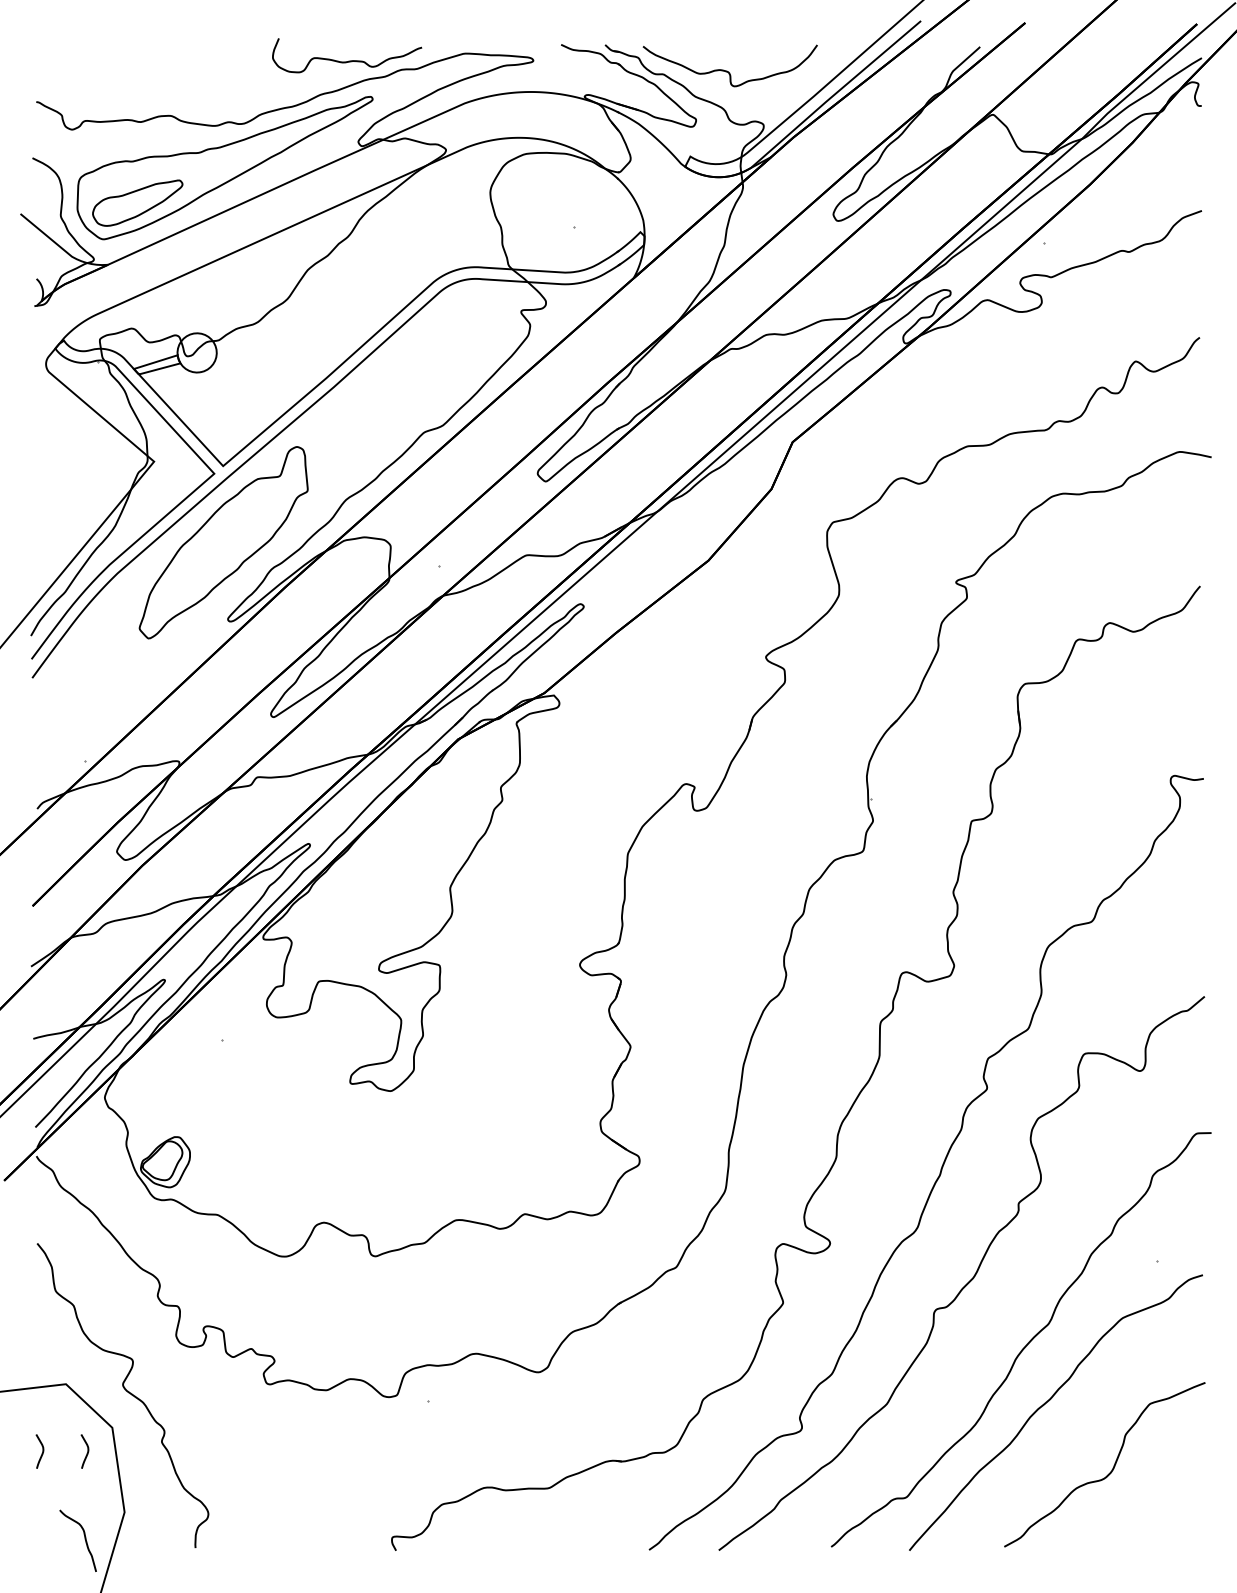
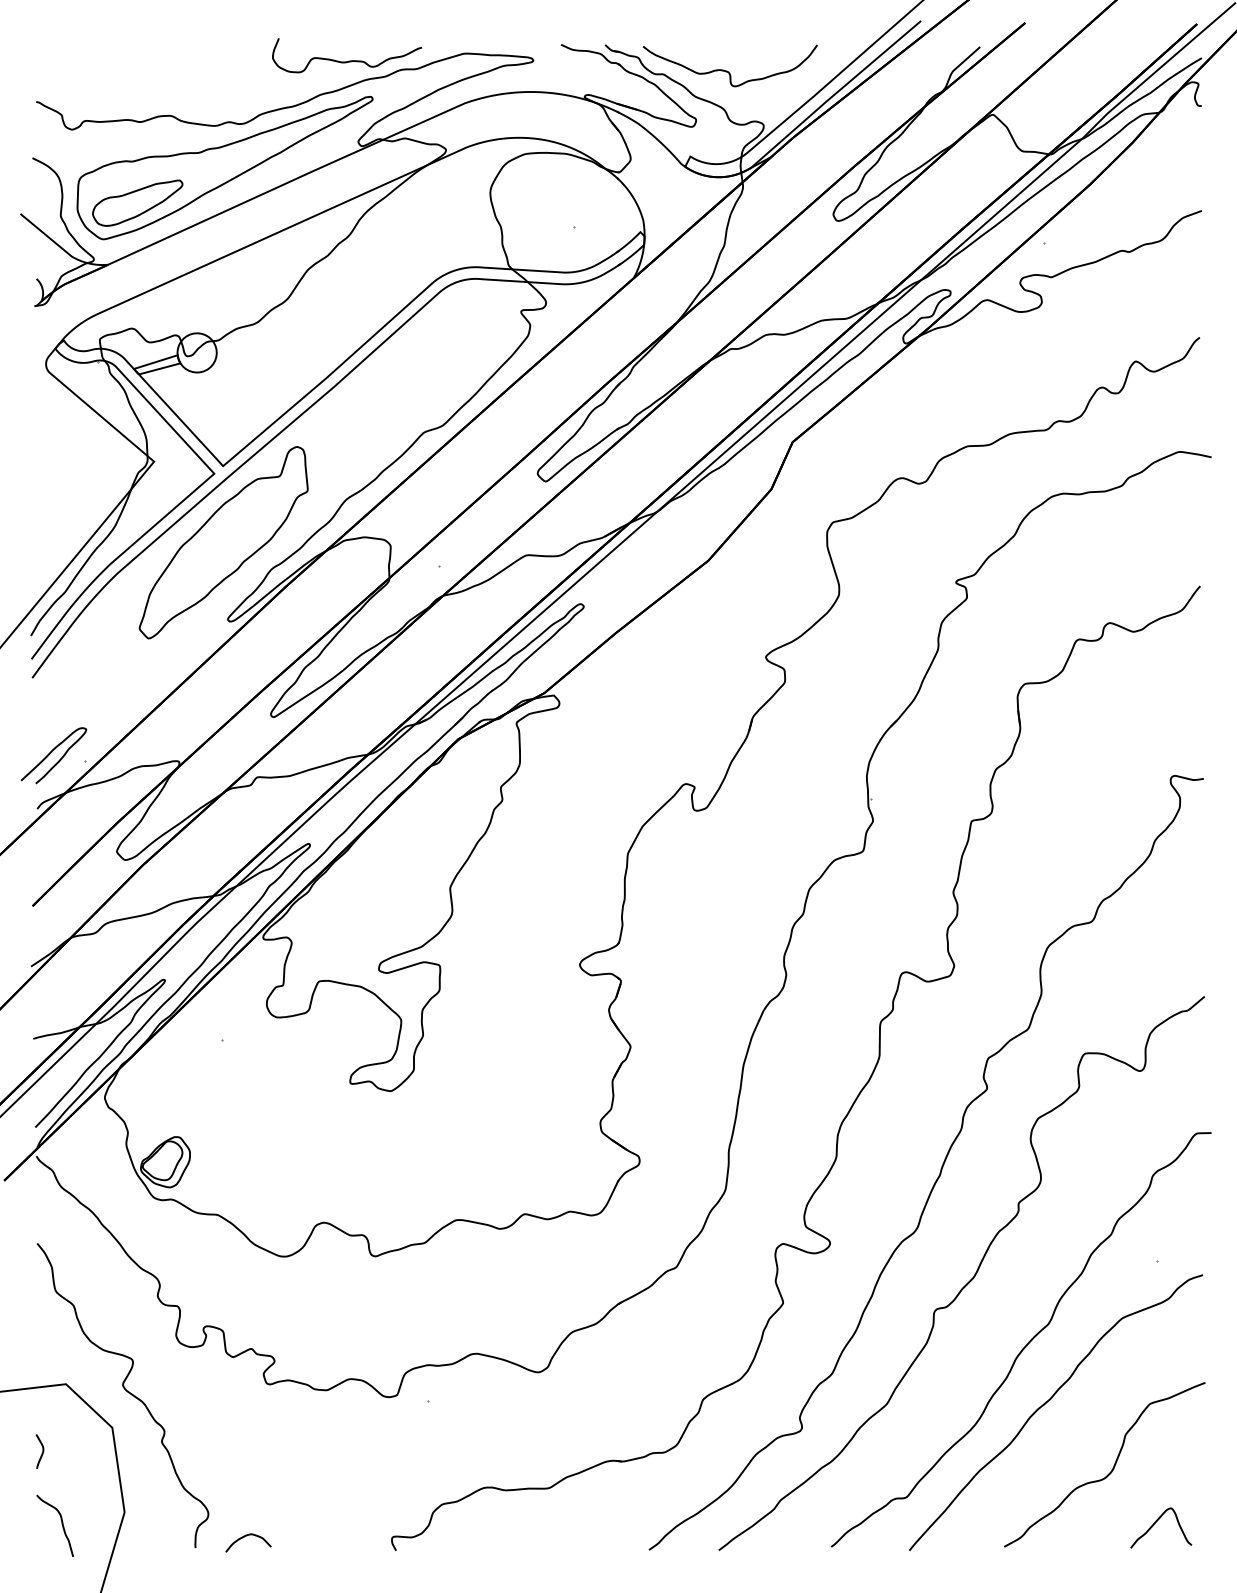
curve at (51, 753): none -> present
curve at (86, 1453): present -> none
curve at (1156, 1522): none -> present
curve at (247, 1536): none -> present
curve at (84, 1539) position: (84, 1539) -> (61, 1524)
